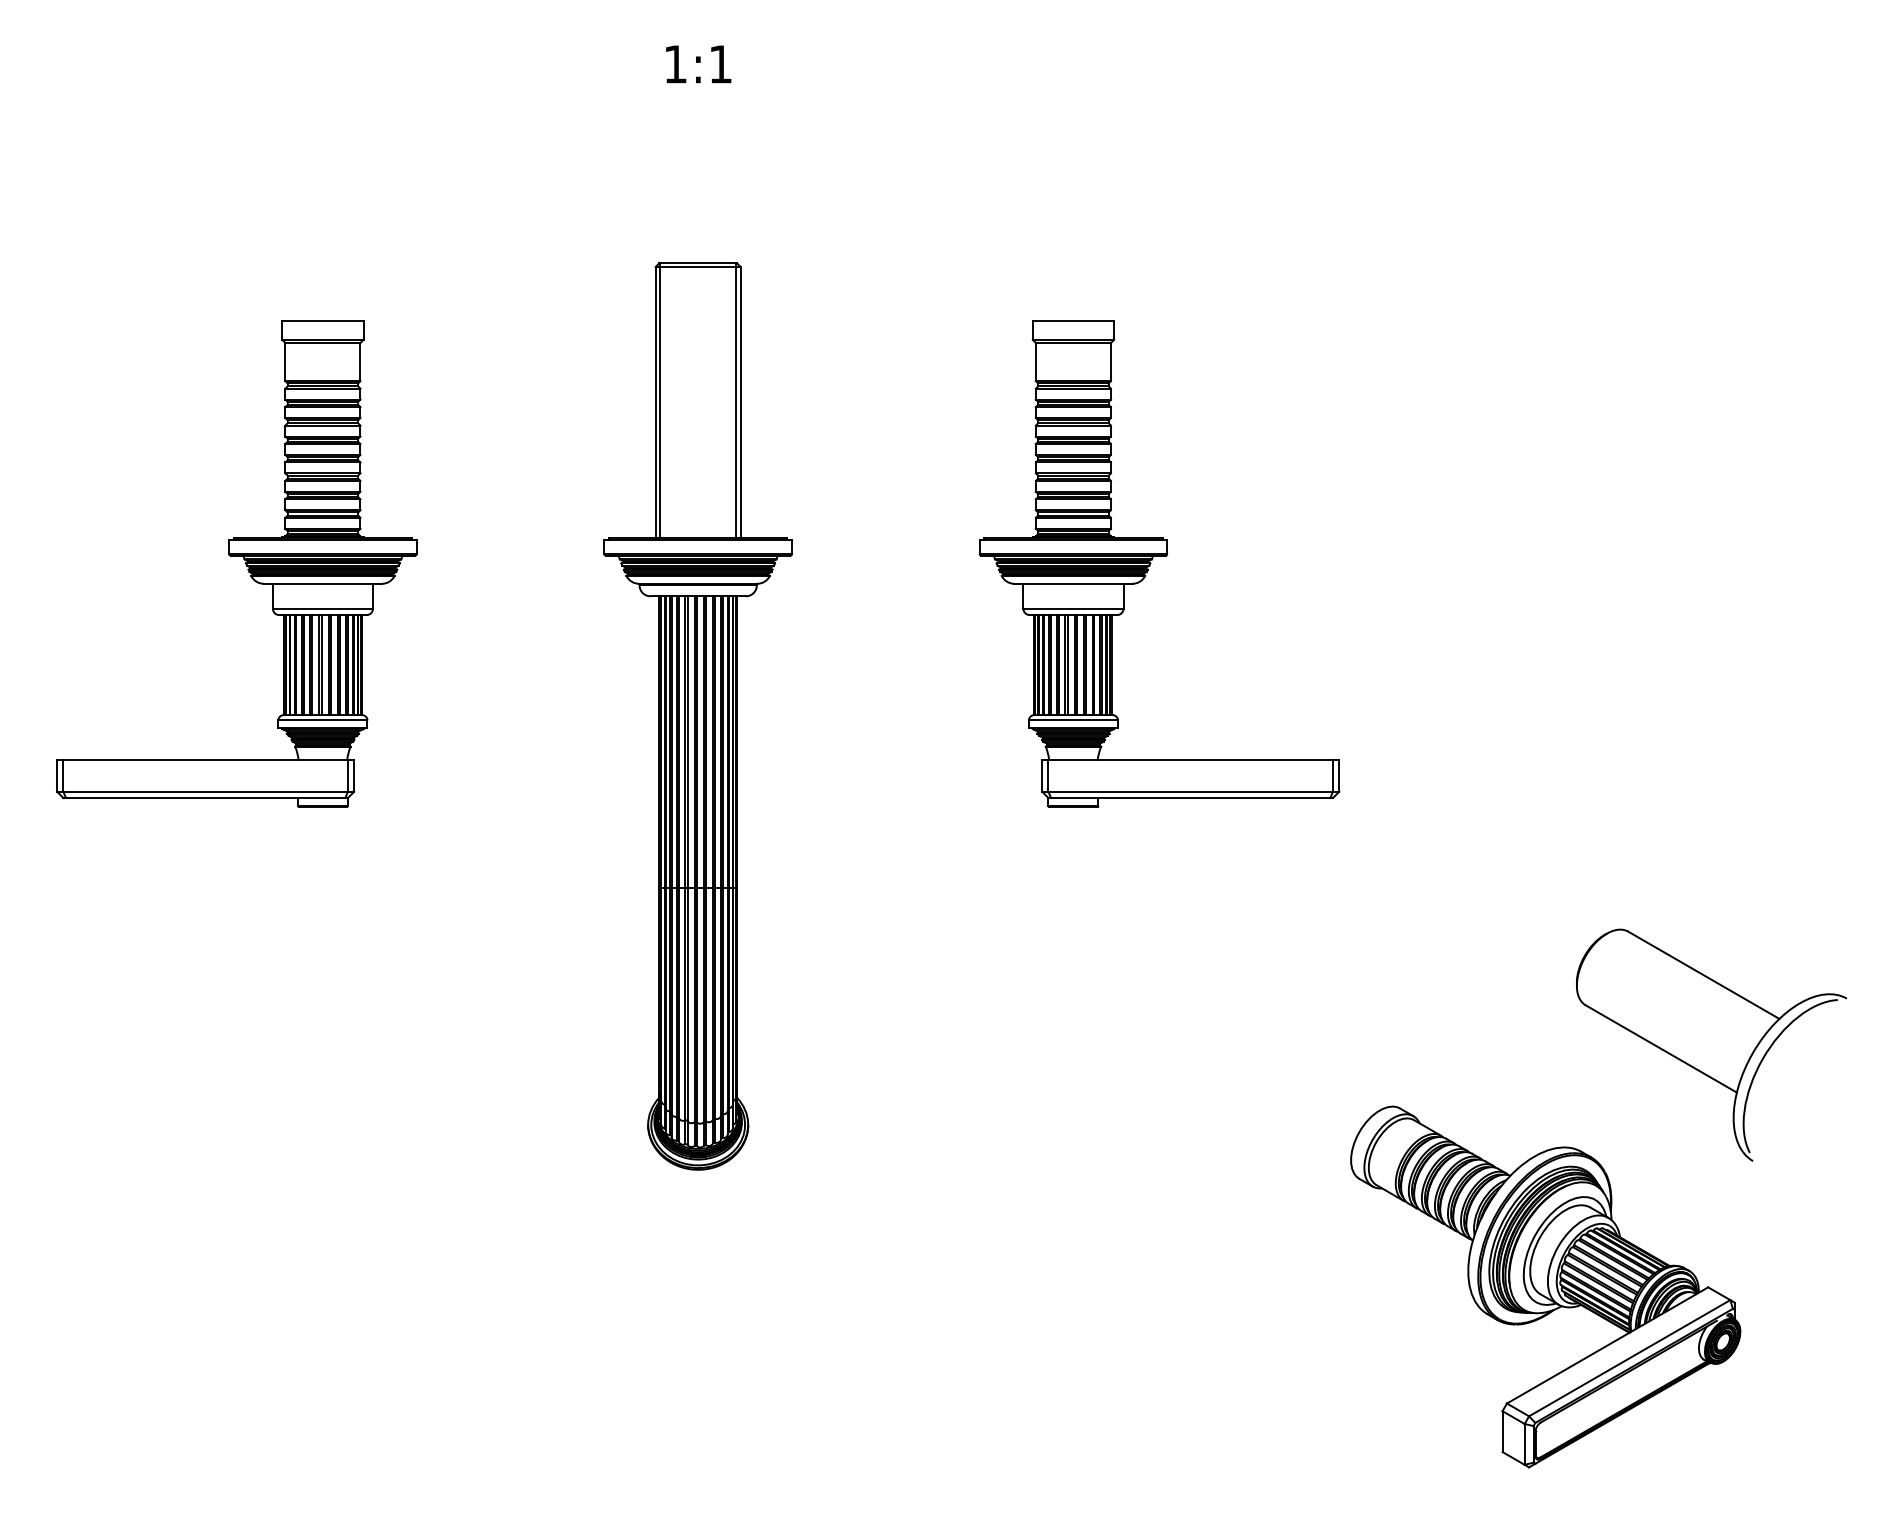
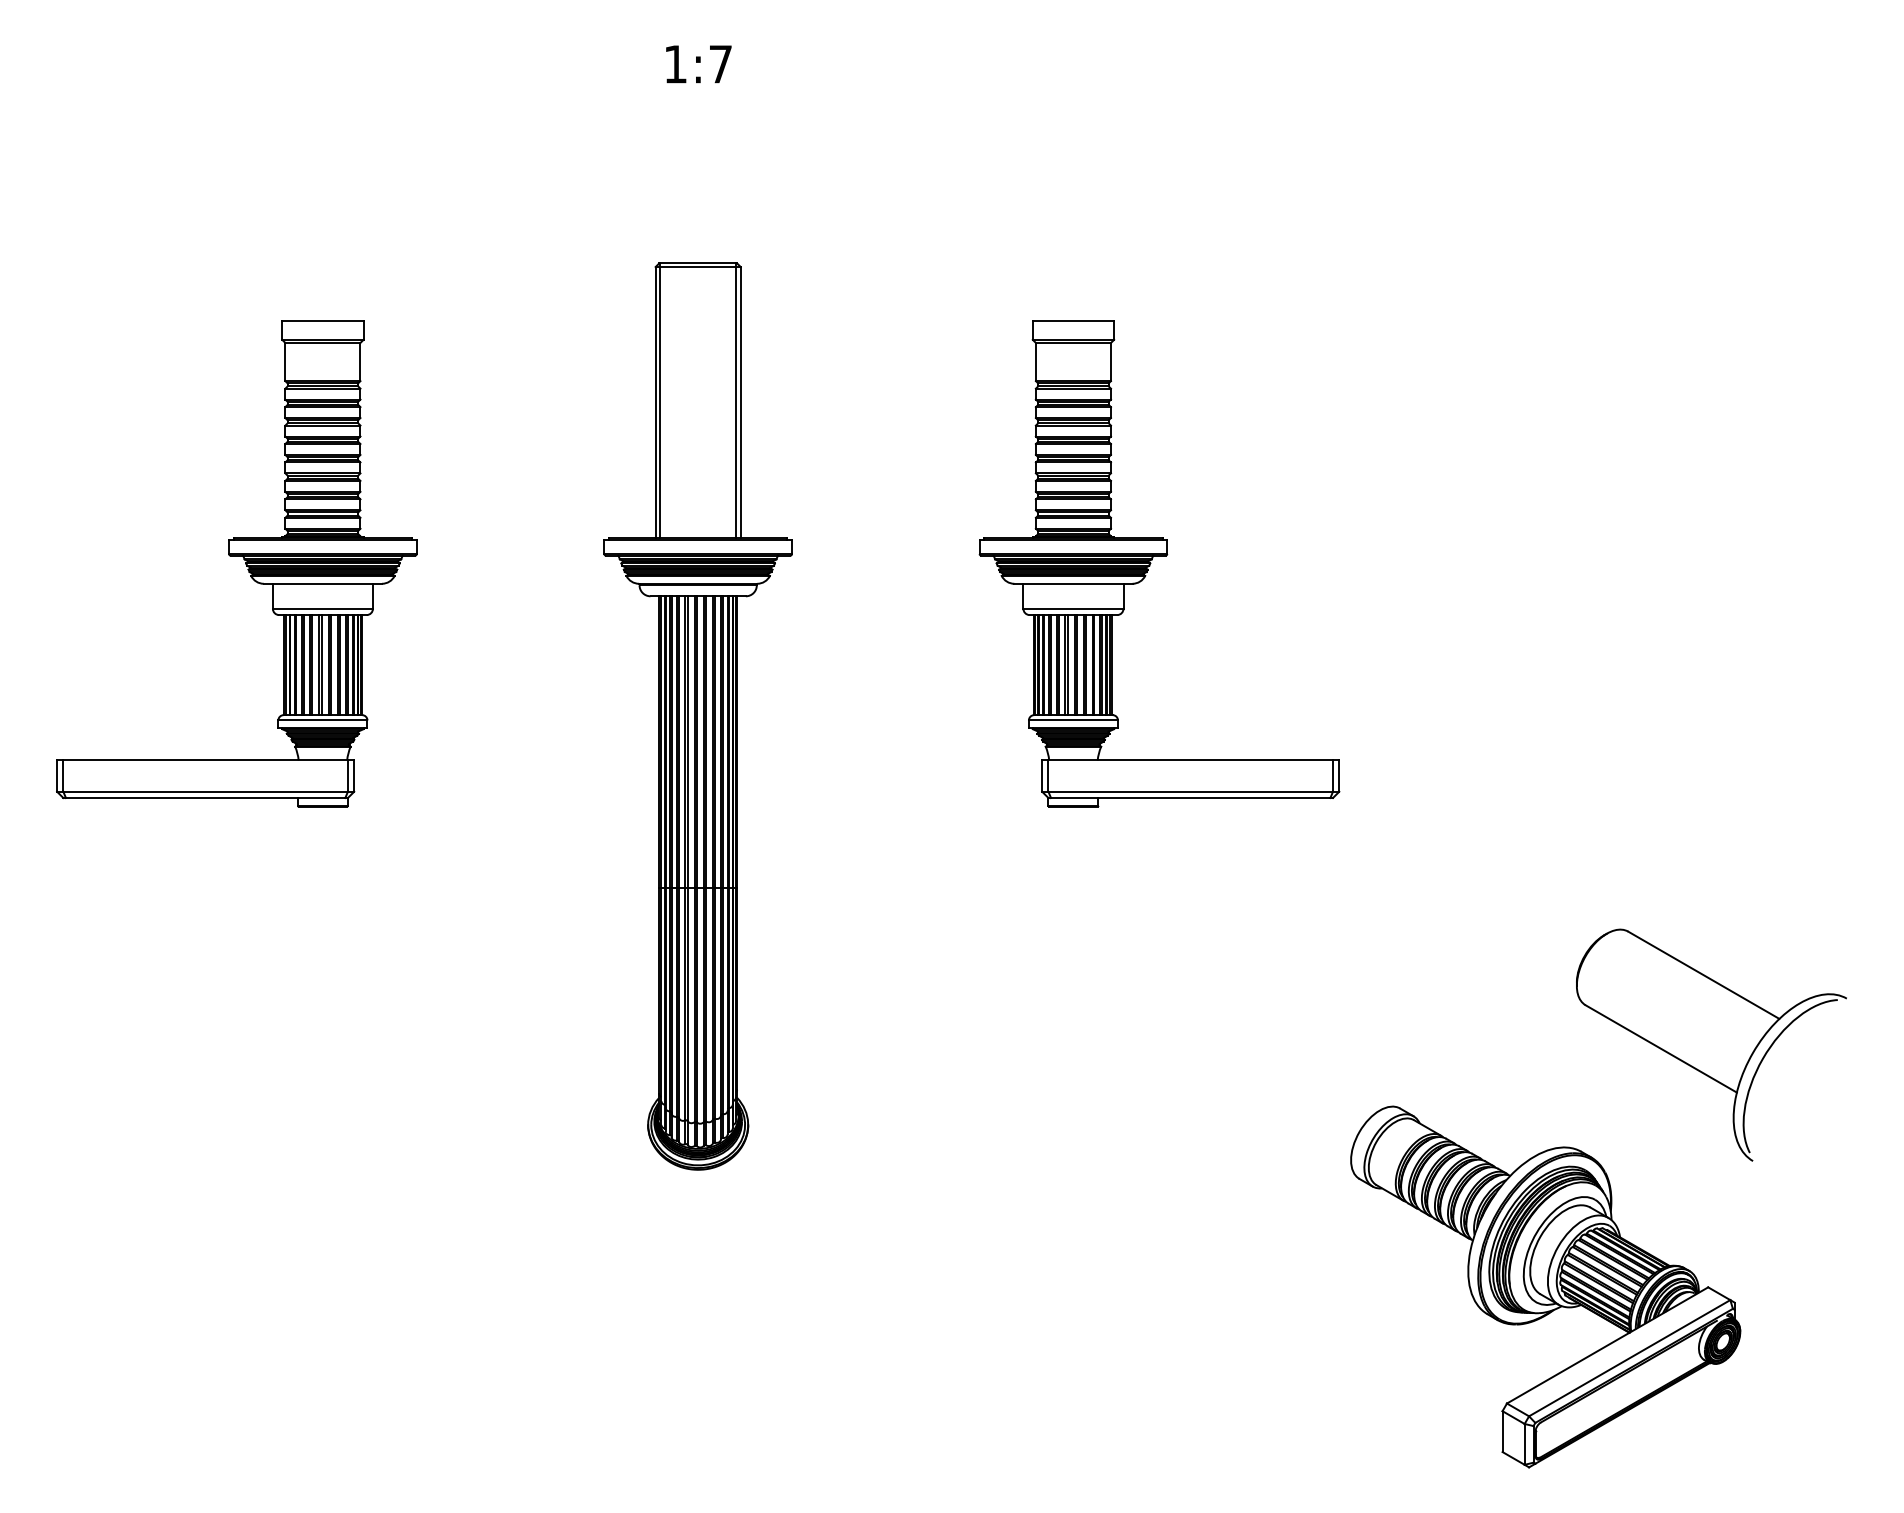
text at (720, 64): 1:1 -> 1:7
